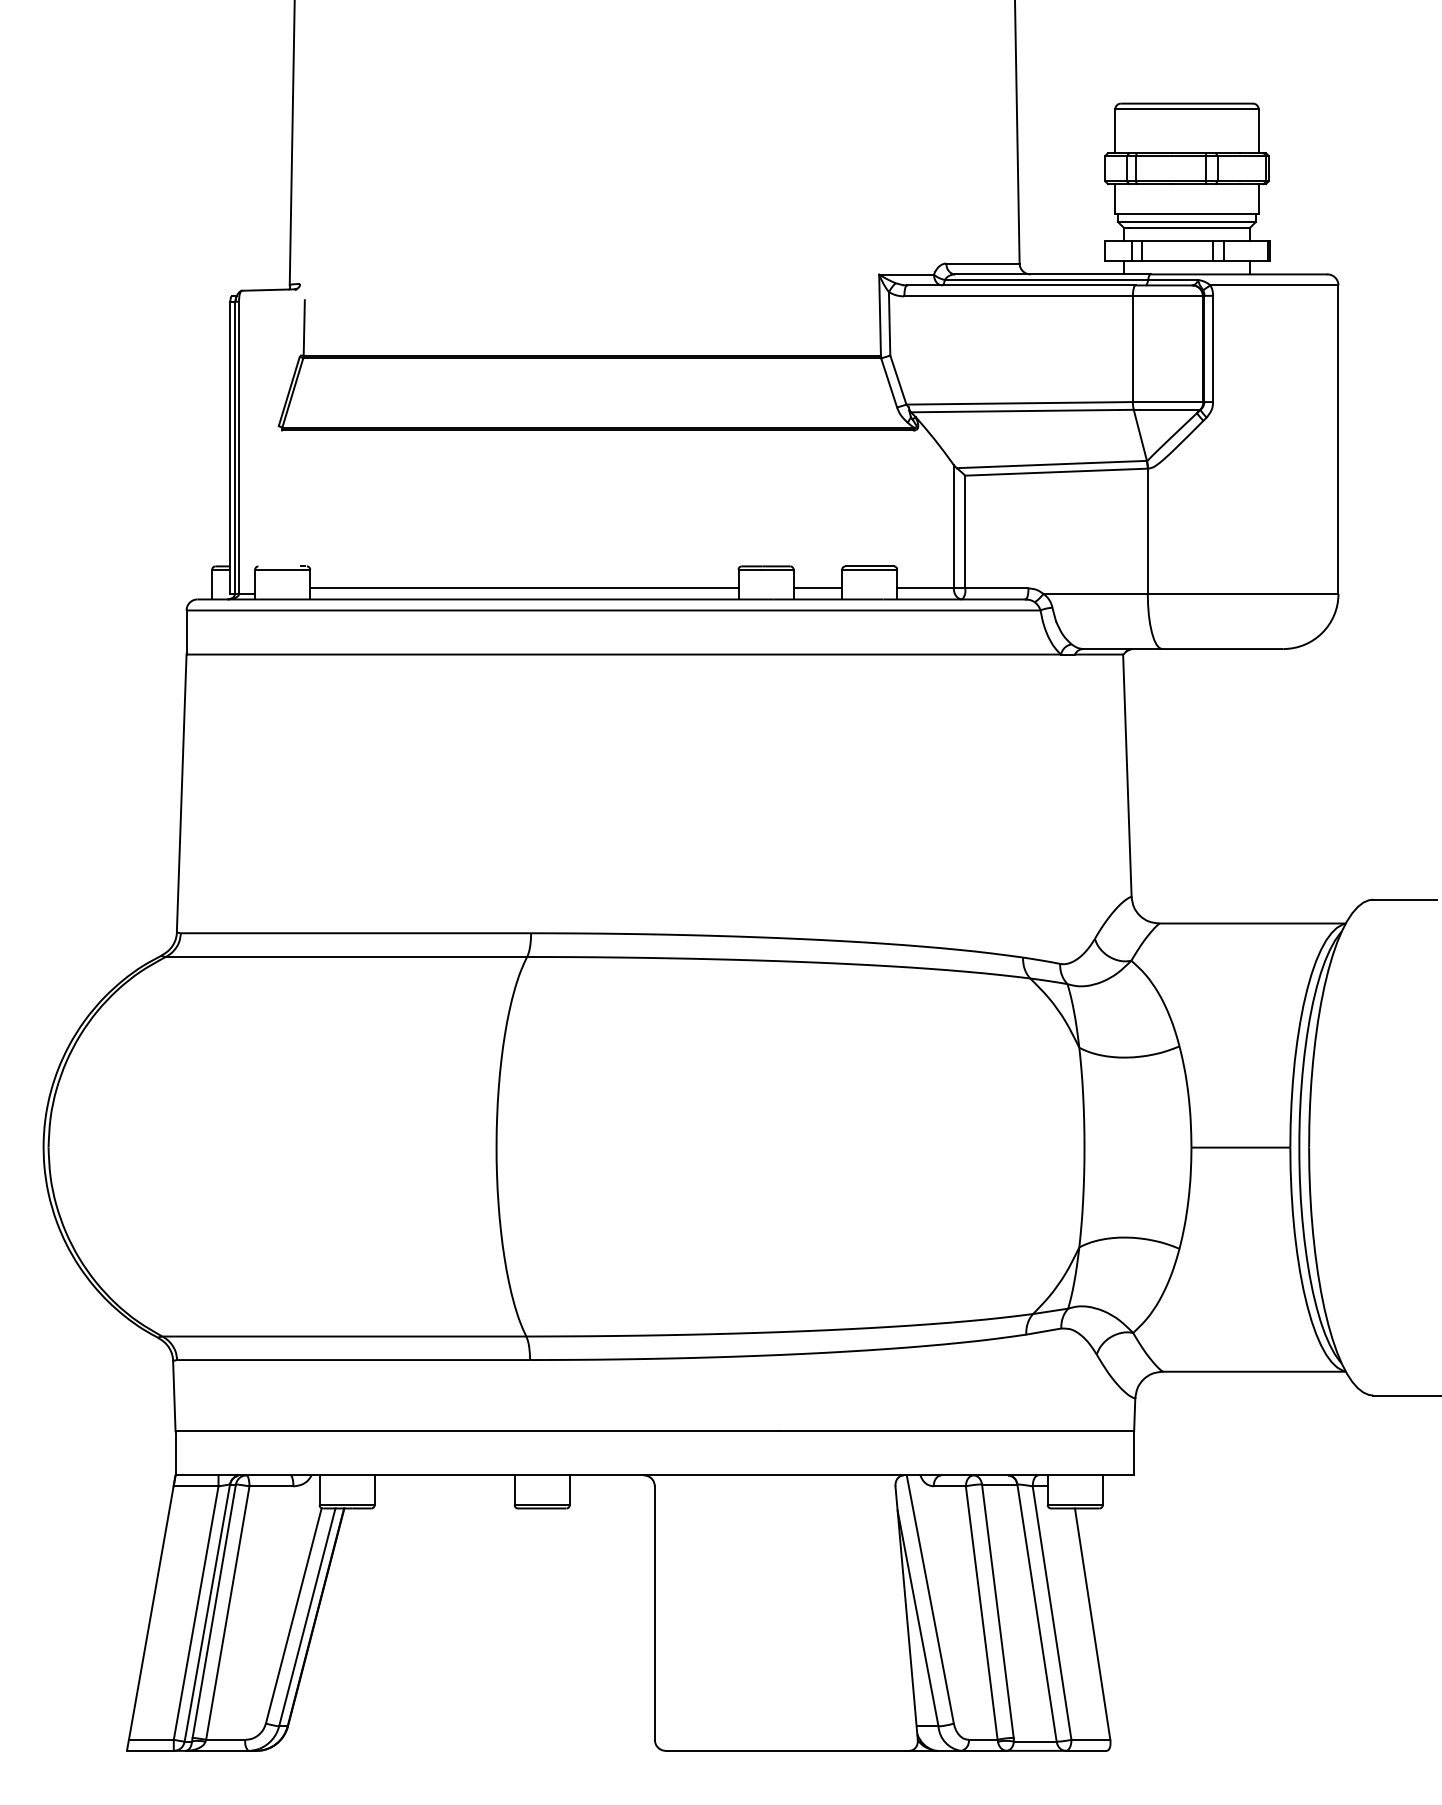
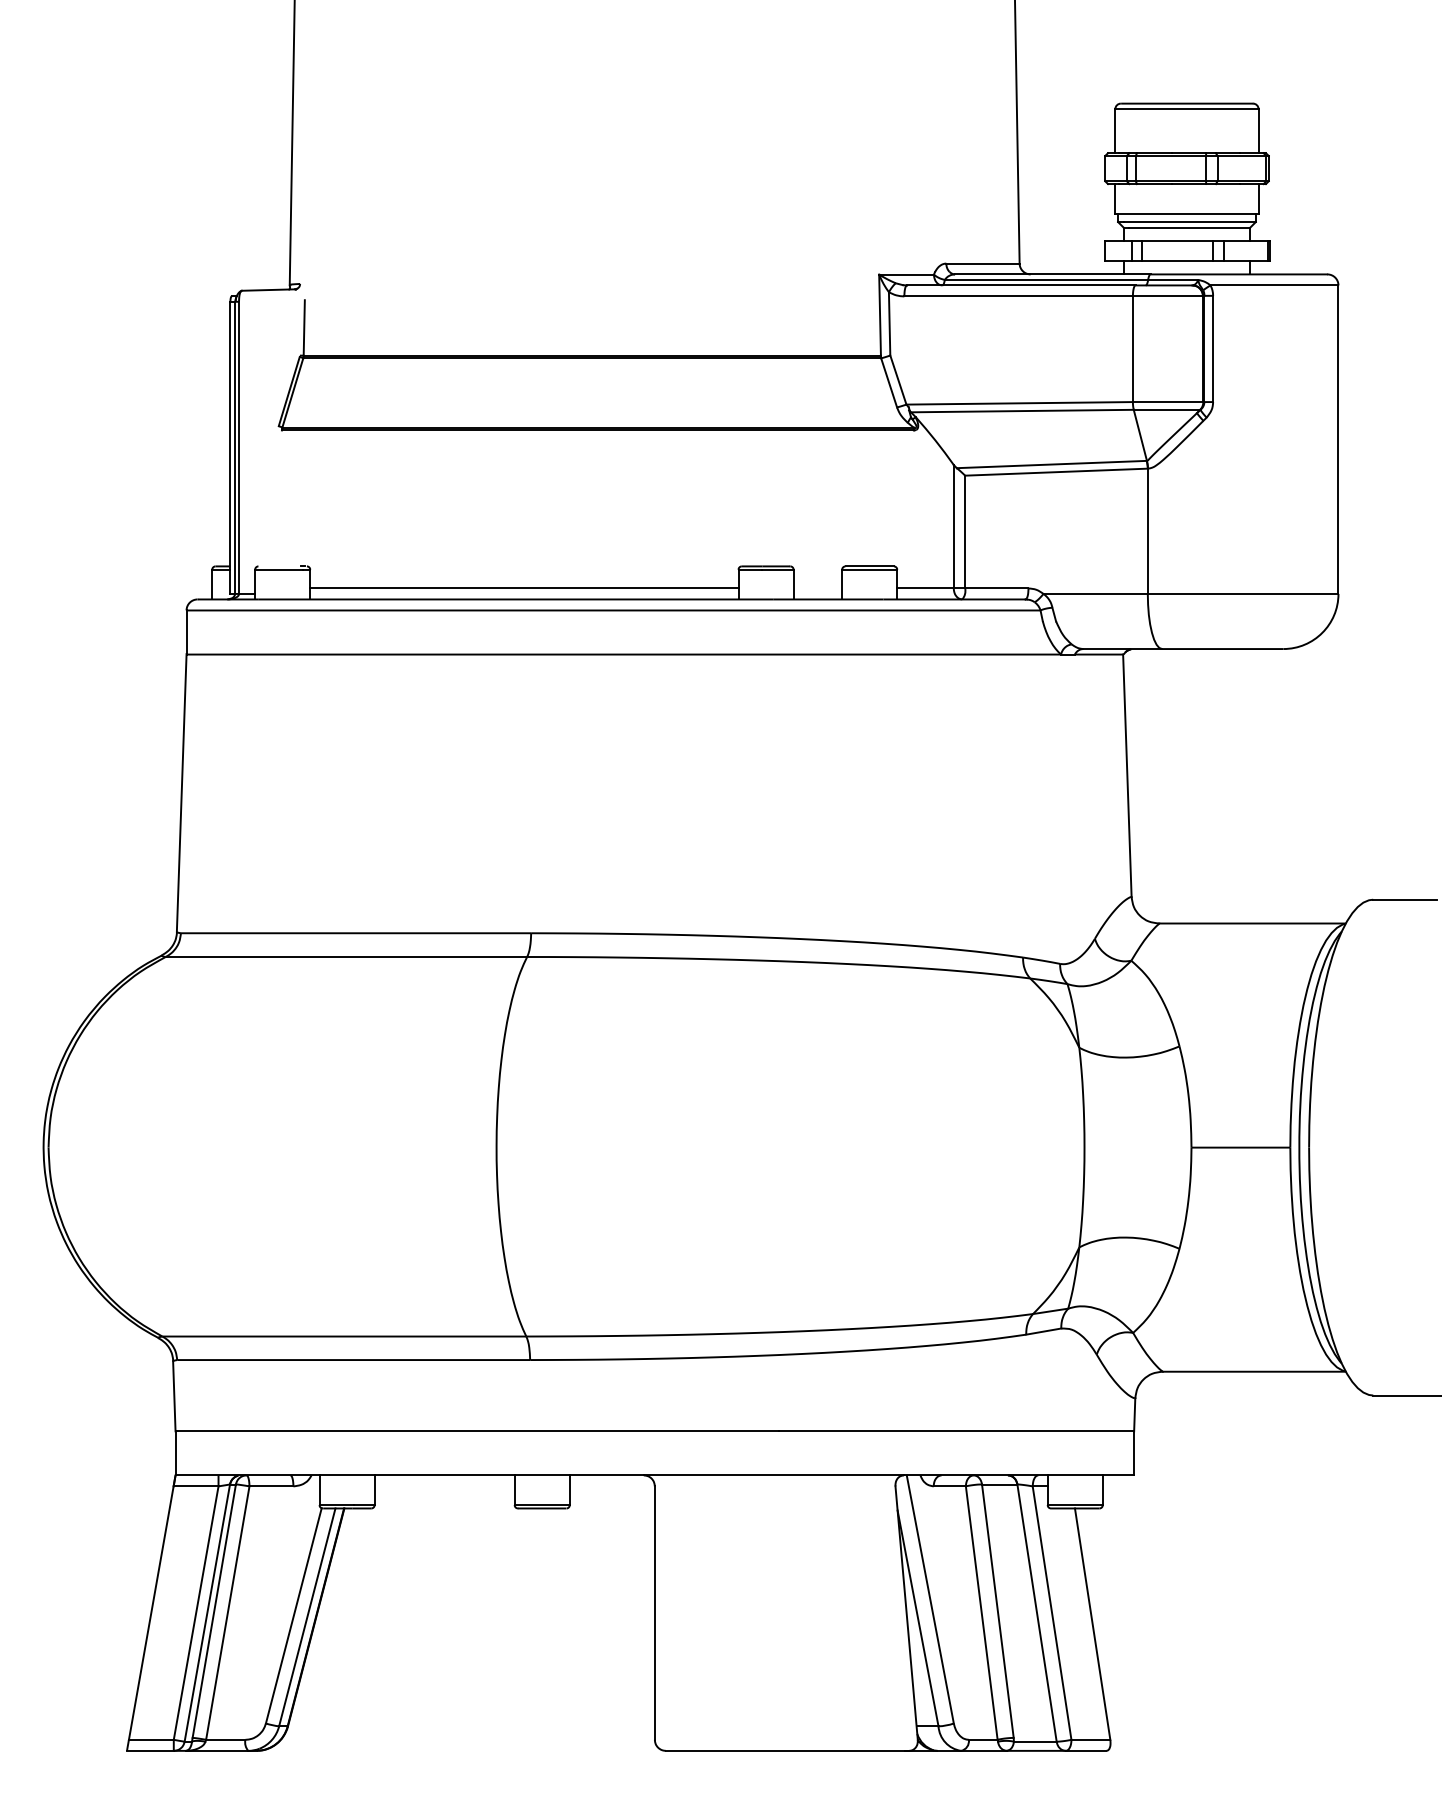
line at (817, 588): present -> none
